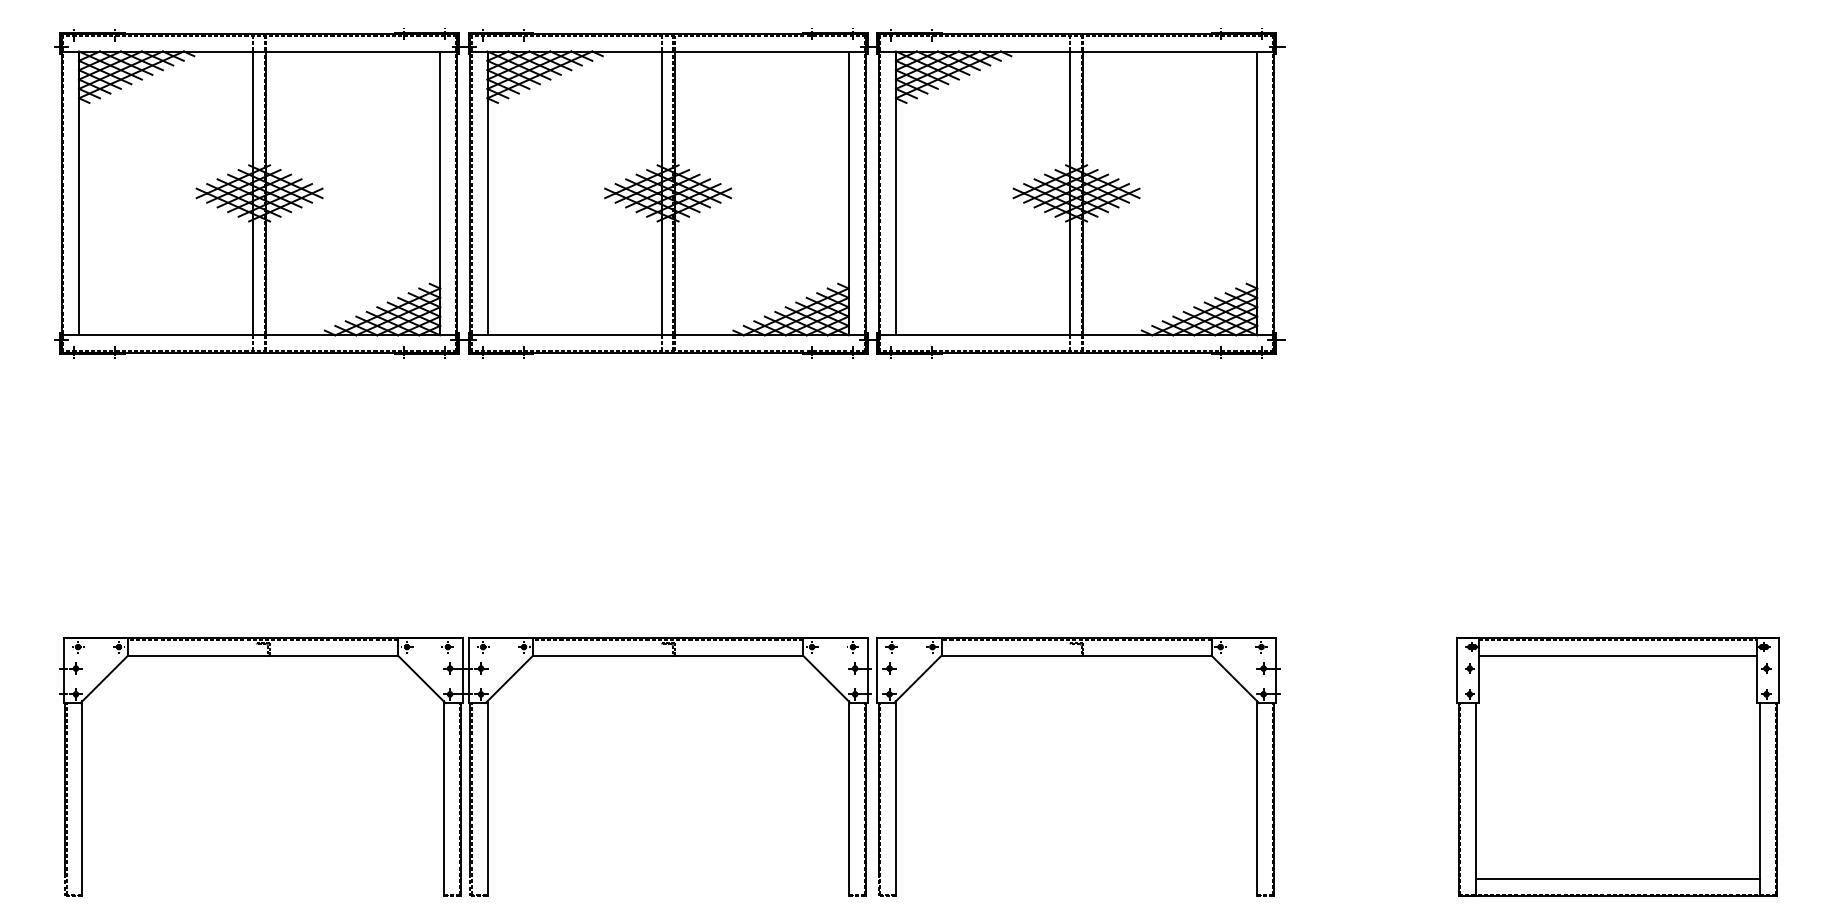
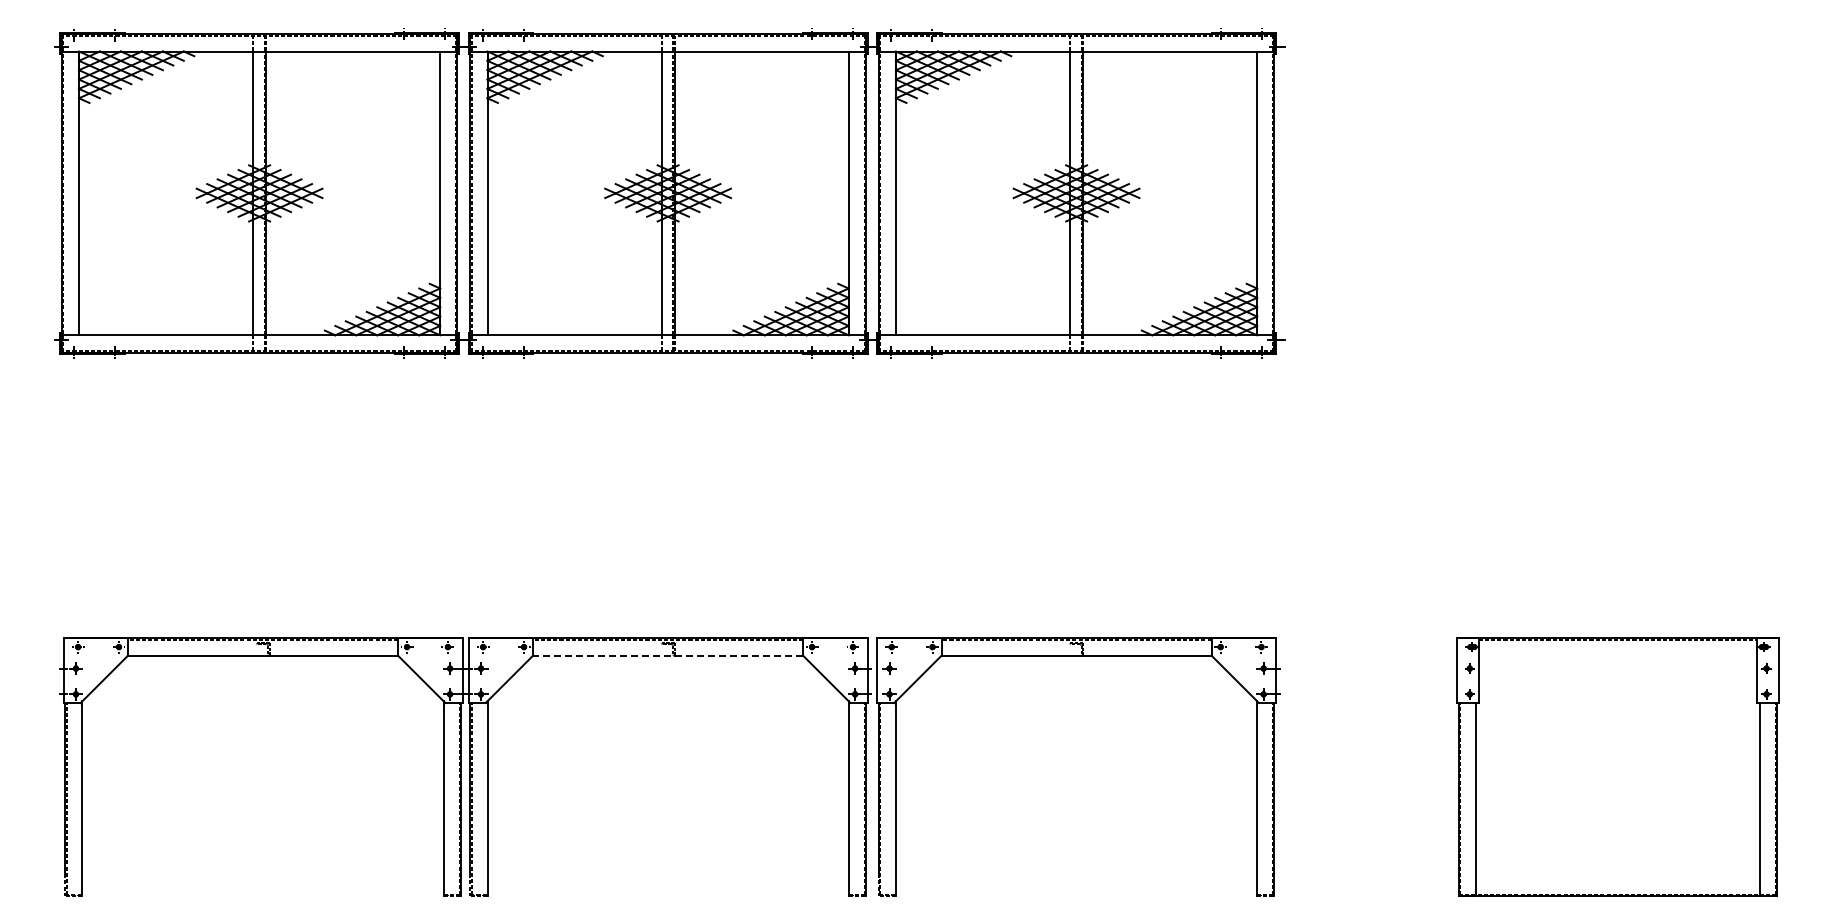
line at (667, 655): solid -> dashed
line at (1617, 655): present -> none
line at (1618, 879): present -> none
